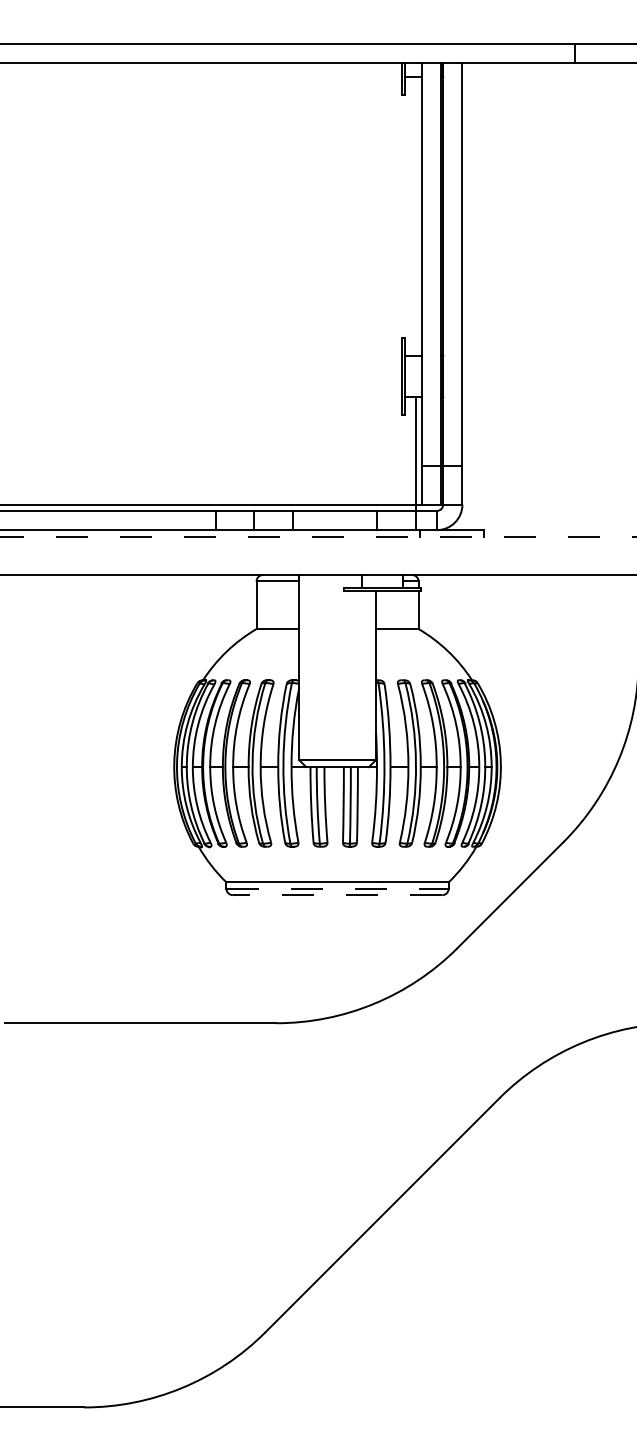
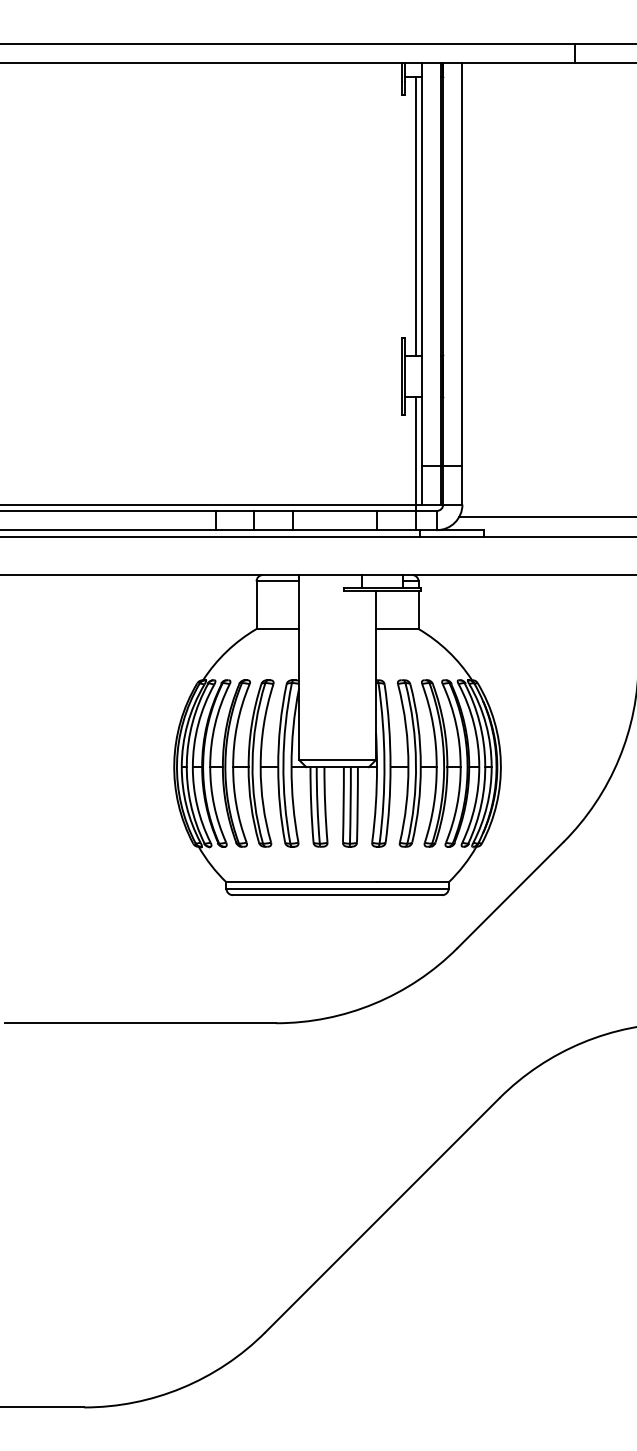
line at (415, 216): none -> present
line at (546, 517): none -> present
line at (318, 536): dashed -> solid
line at (338, 888): dashed -> solid
line at (337, 895): dashed -> solid
